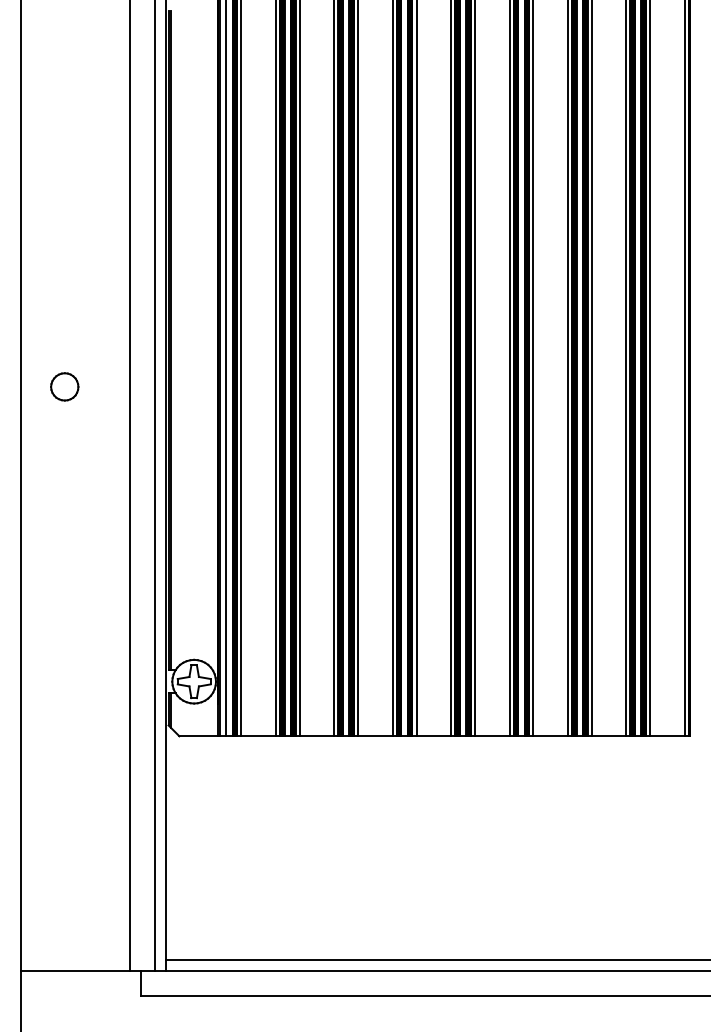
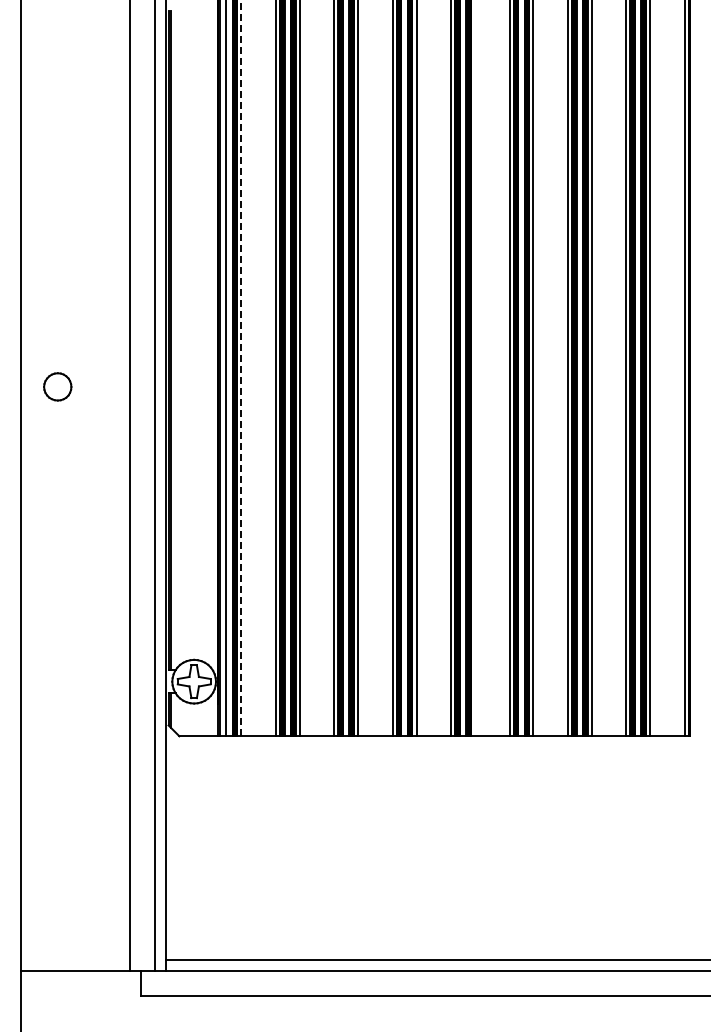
line at (241, 368): solid -> dashed
line at (474, 369): present -> none
part at (64, 386) position: (64, 386) -> (57, 386)
